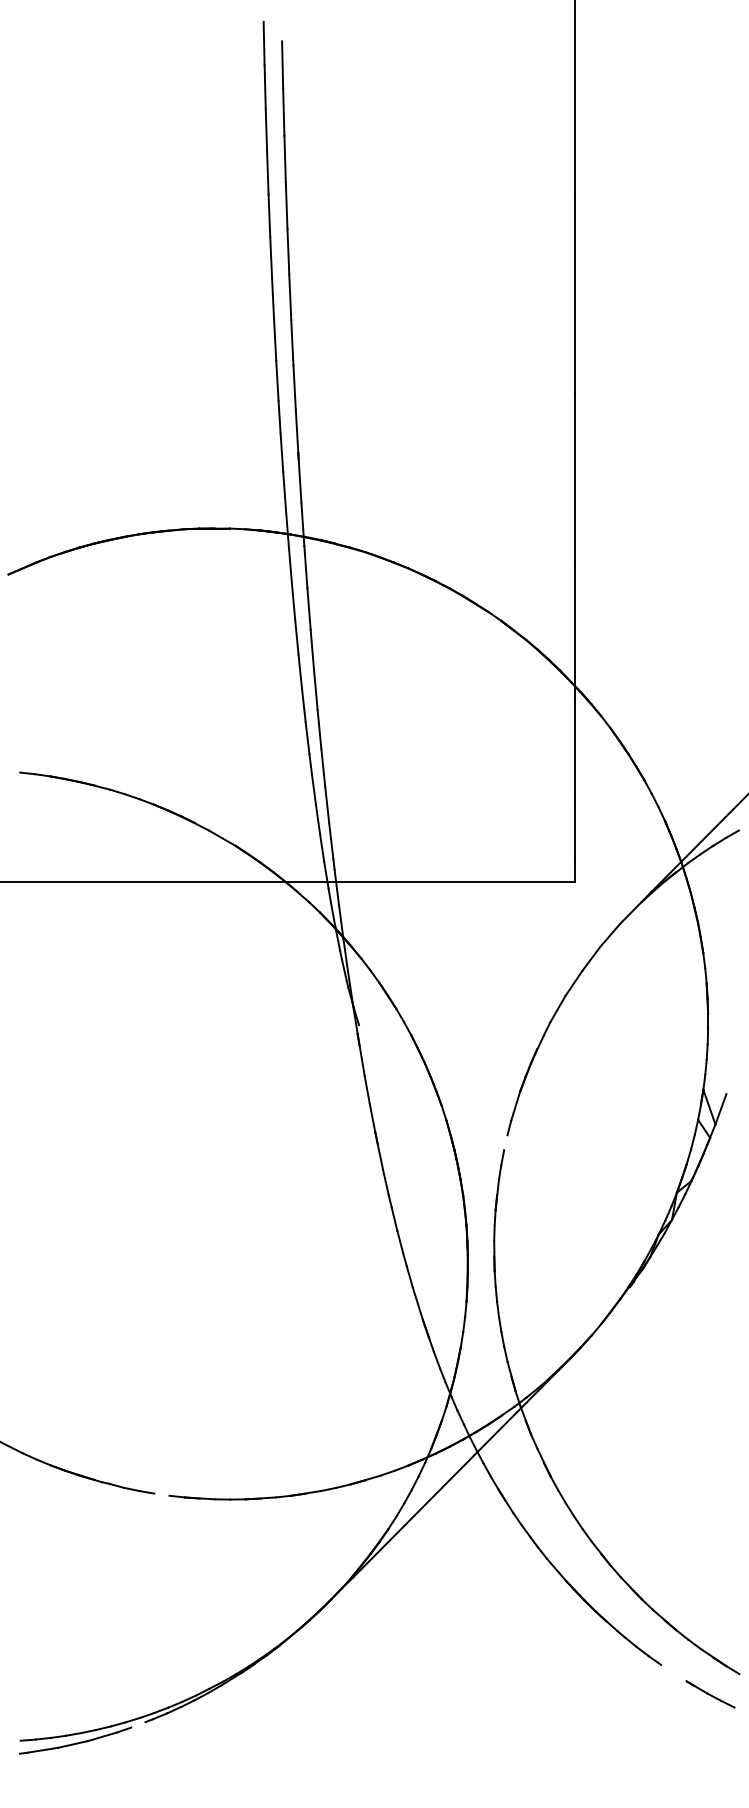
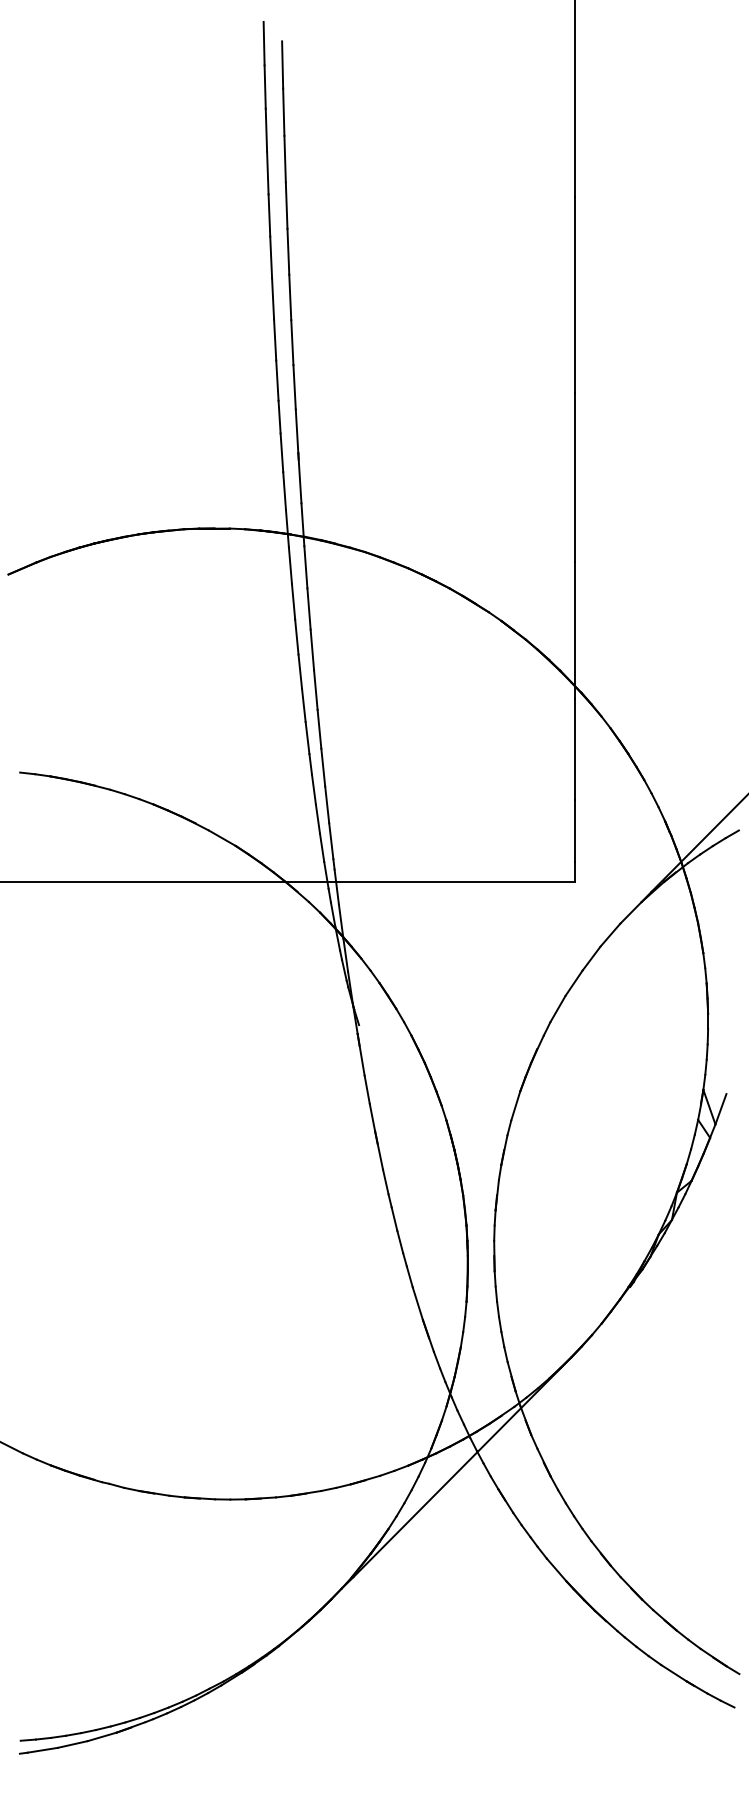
line at (504, 1150): none -> present
line at (154, 1492): none -> present
line at (673, 1672): none -> present
line at (130, 1727): none -> present
